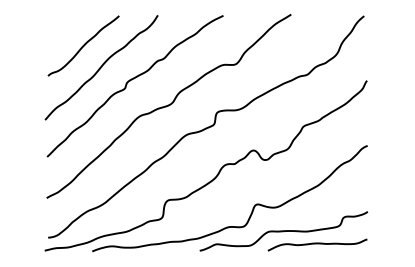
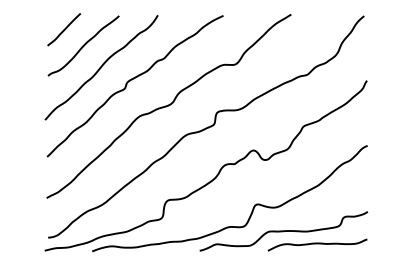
line at (64, 29): none -> present
